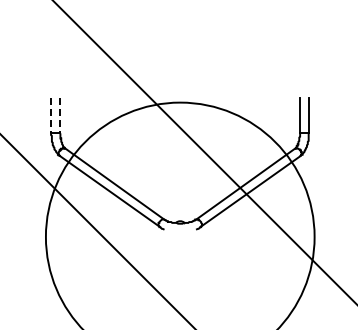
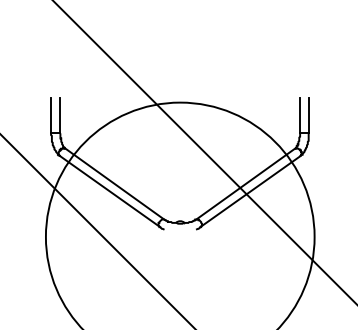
line at (51, 116): dashed -> solid
line at (60, 116): dashed -> solid
